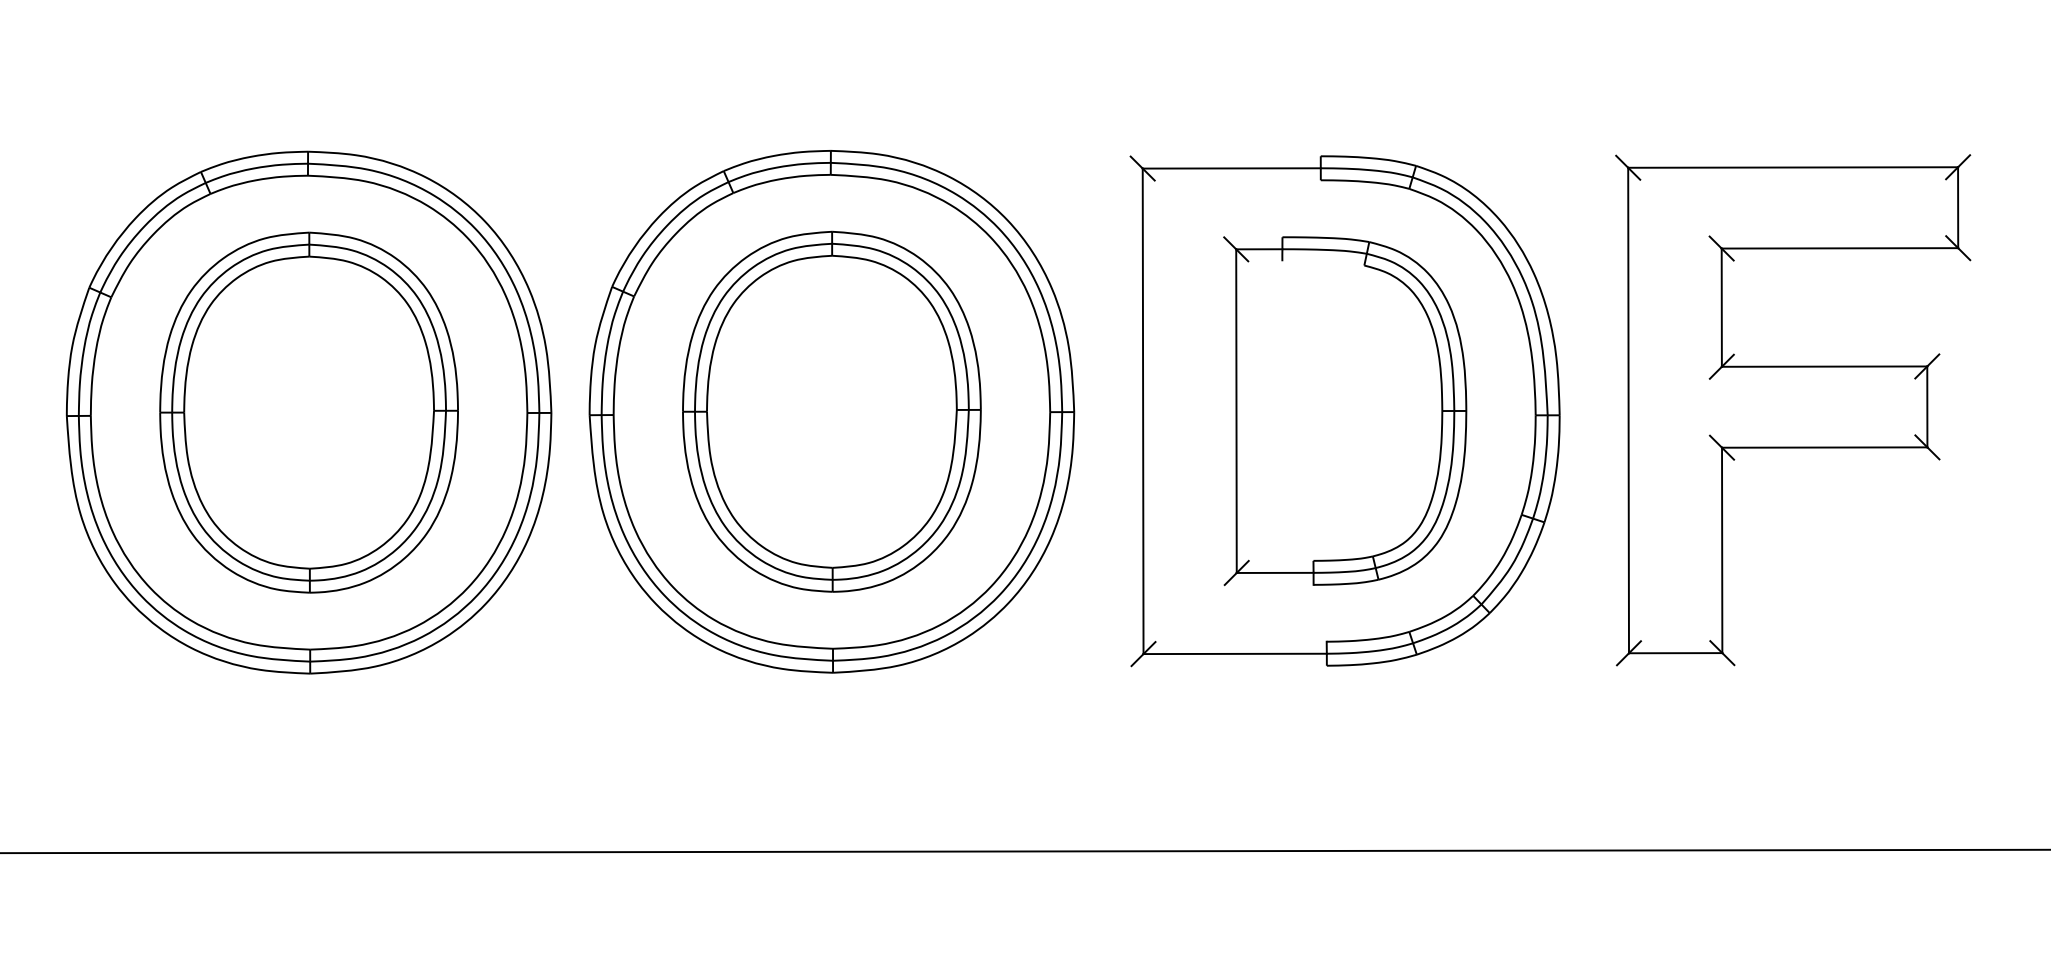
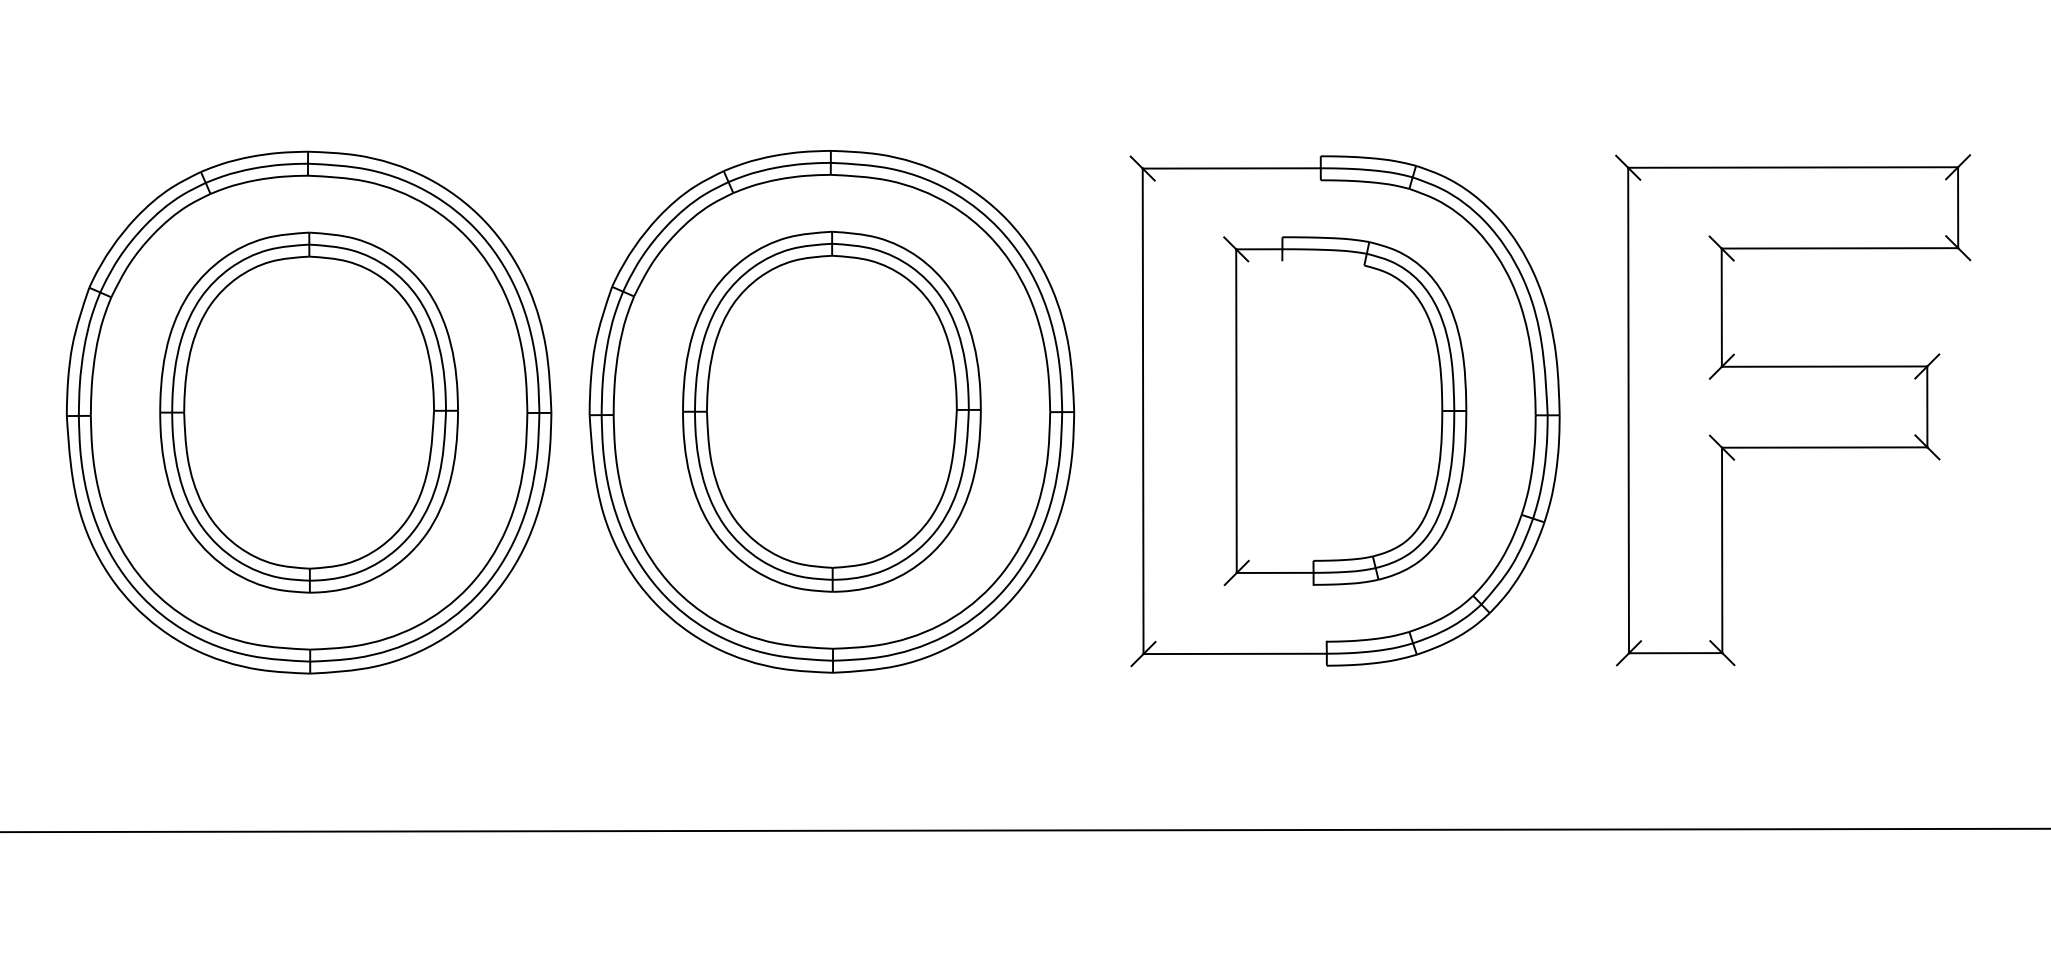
line at (1024, 851) position: (1024, 851) -> (1024, 830)
